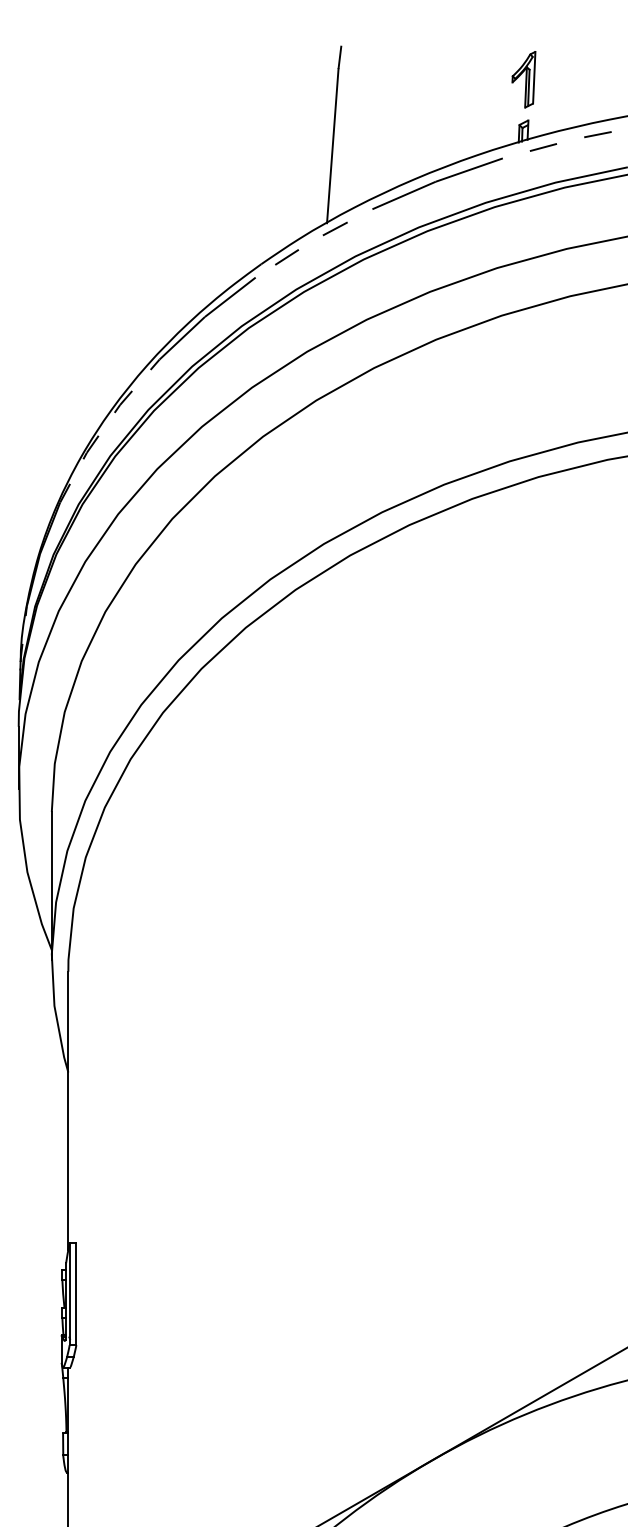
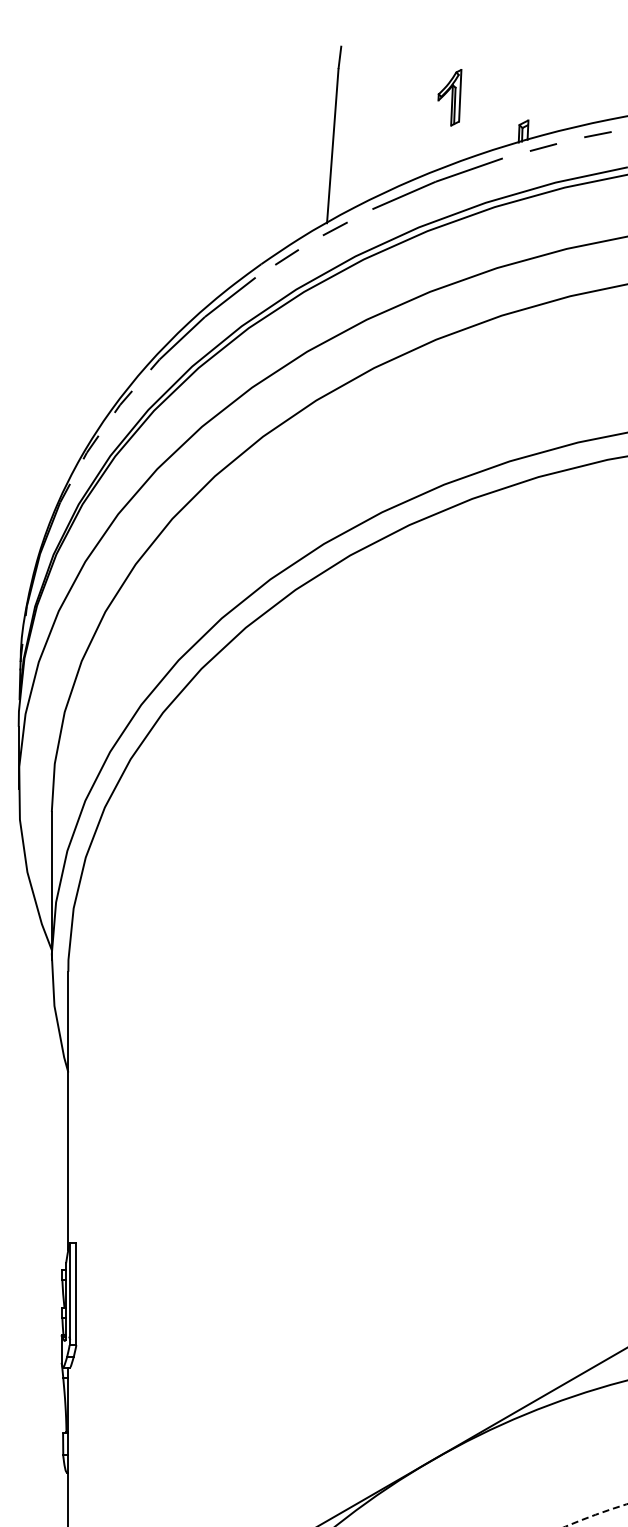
part at (523, 79) position: (523, 79) -> (449, 97)
circle at (596, 1515): solid -> dashed
